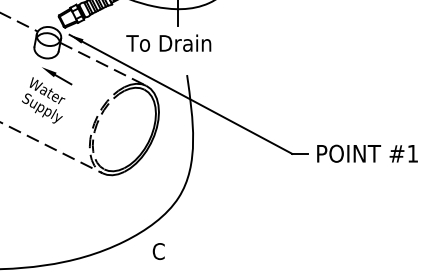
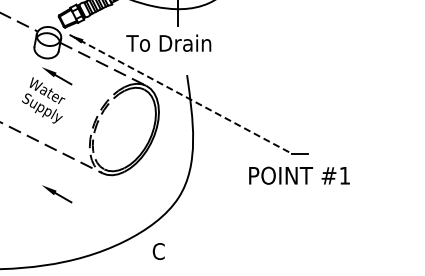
line at (181, 94): solid -> dashed
text at (367, 153) position: (367, 153) -> (299, 175)
part at (57, 194): none -> present
